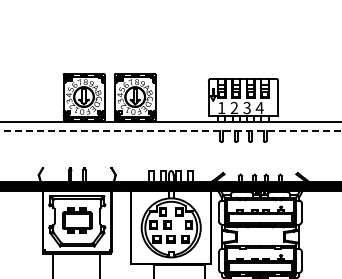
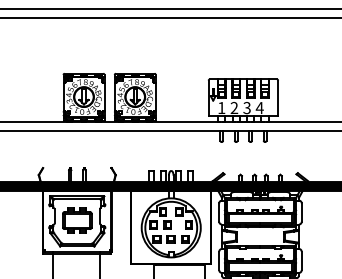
line at (170, 8): none -> present
line at (170, 17): none -> present
line at (171, 130): dashed -> solid
